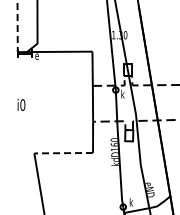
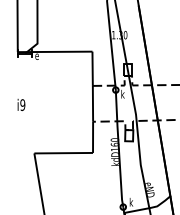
line at (17, 26): dashed -> solid
text at (22, 104): i0 -> i9
line at (63, 153): dashed -> solid
